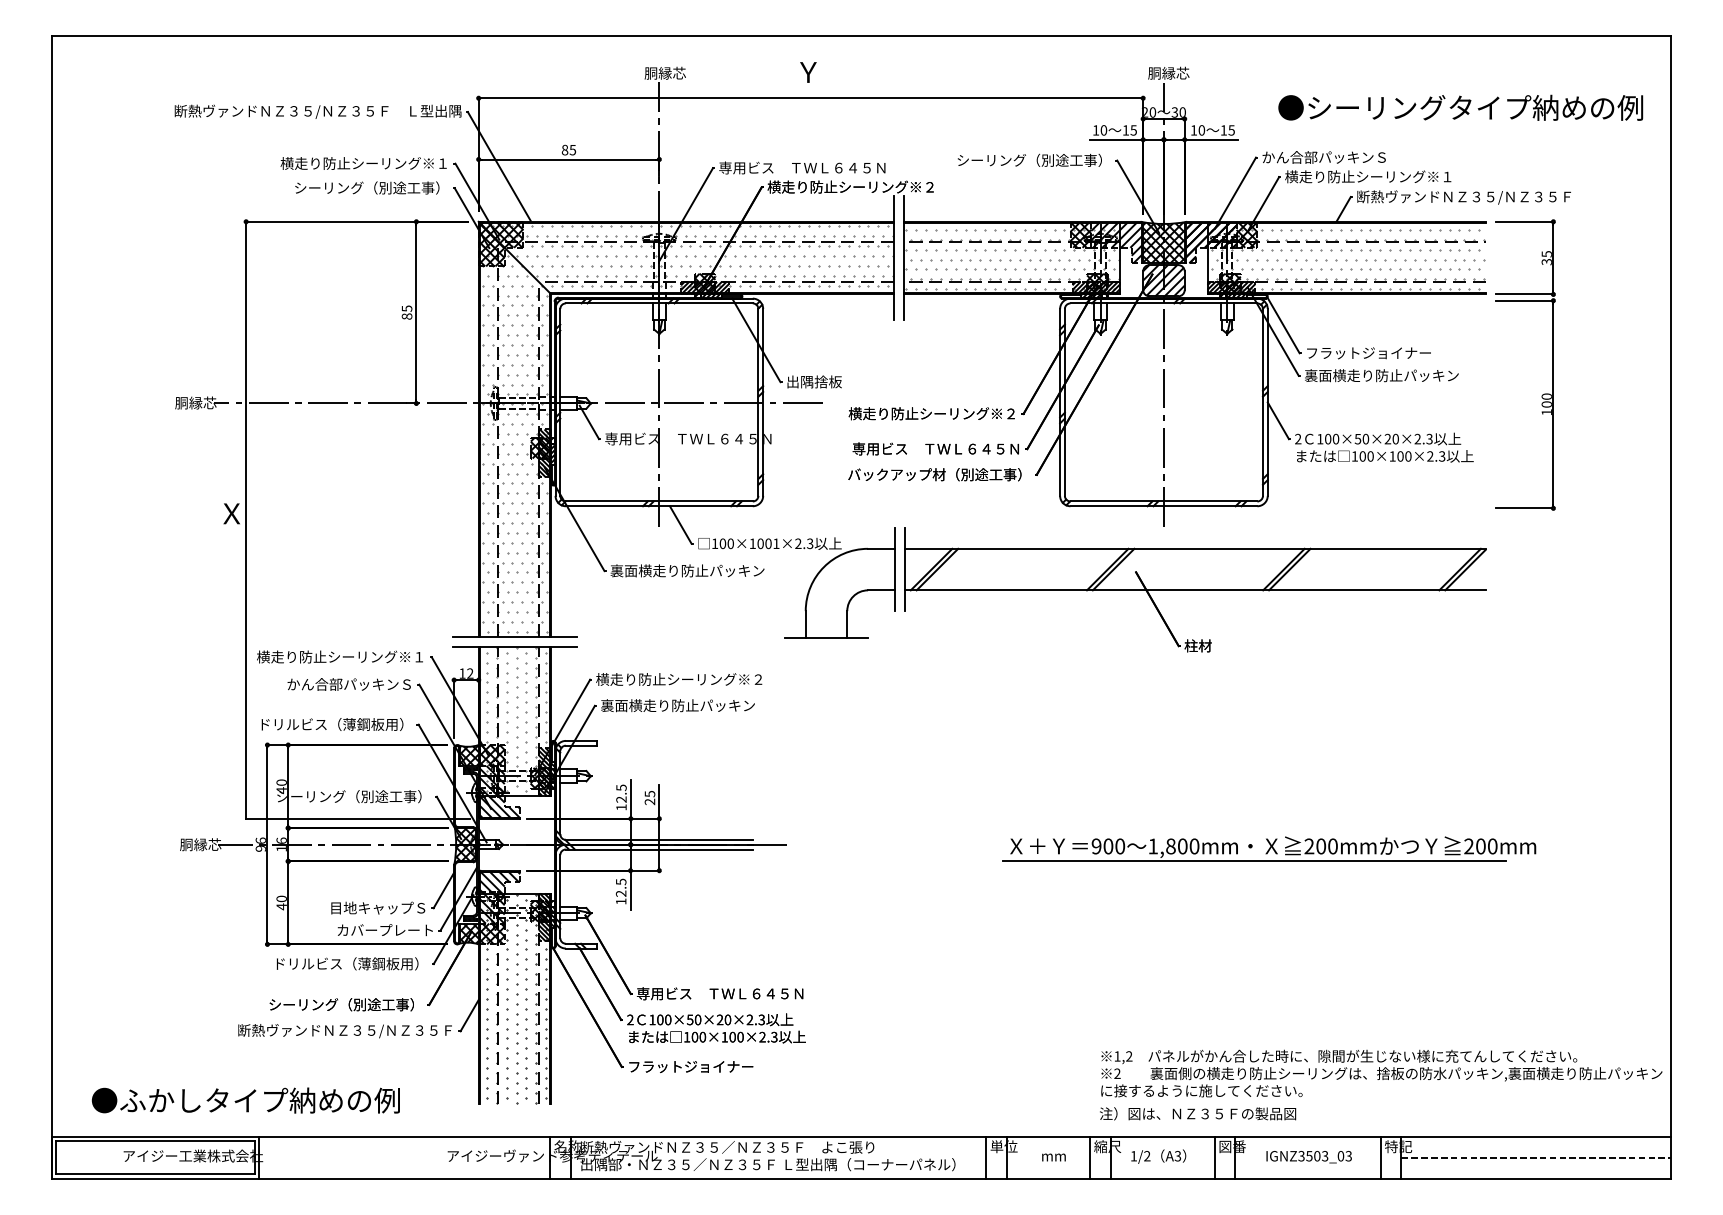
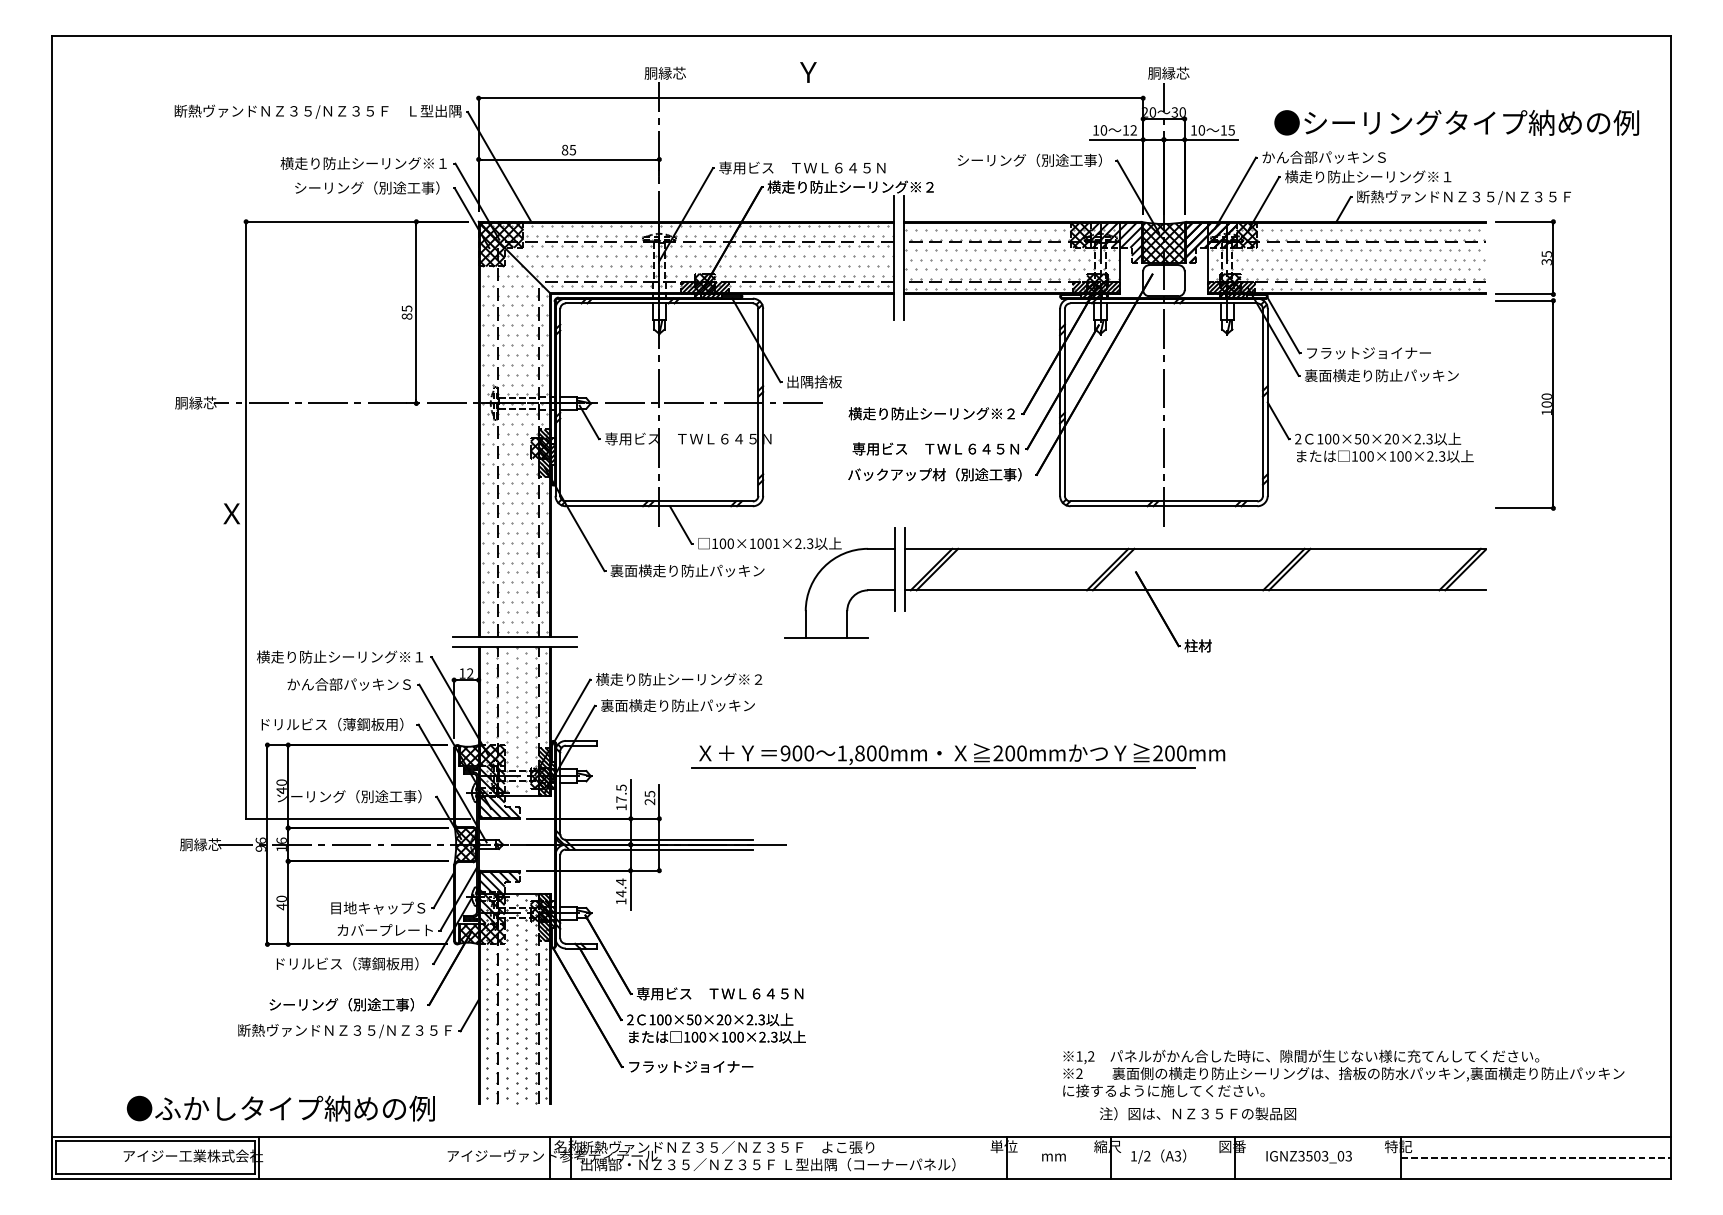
text at (1460, 107) position: (1460, 107) -> (1456, 122)
text at (1133, 130): 15 -> 12
hatch at (1163, 280): present -> none
text at (621, 799): 12.5 -> 17.5
part at (1269, 848) position: (1269, 848) -> (958, 755)
text at (620, 887): 12.5 -> 14.4
text at (1381, 1073) position: (1381, 1073) -> (1343, 1073)
text at (245, 1100) position: (245, 1100) -> (280, 1108)
line at (986, 1157): present -> none
line at (1089, 1157): present -> none
line at (1214, 1157): present -> none
line at (1380, 1157): present -> none
